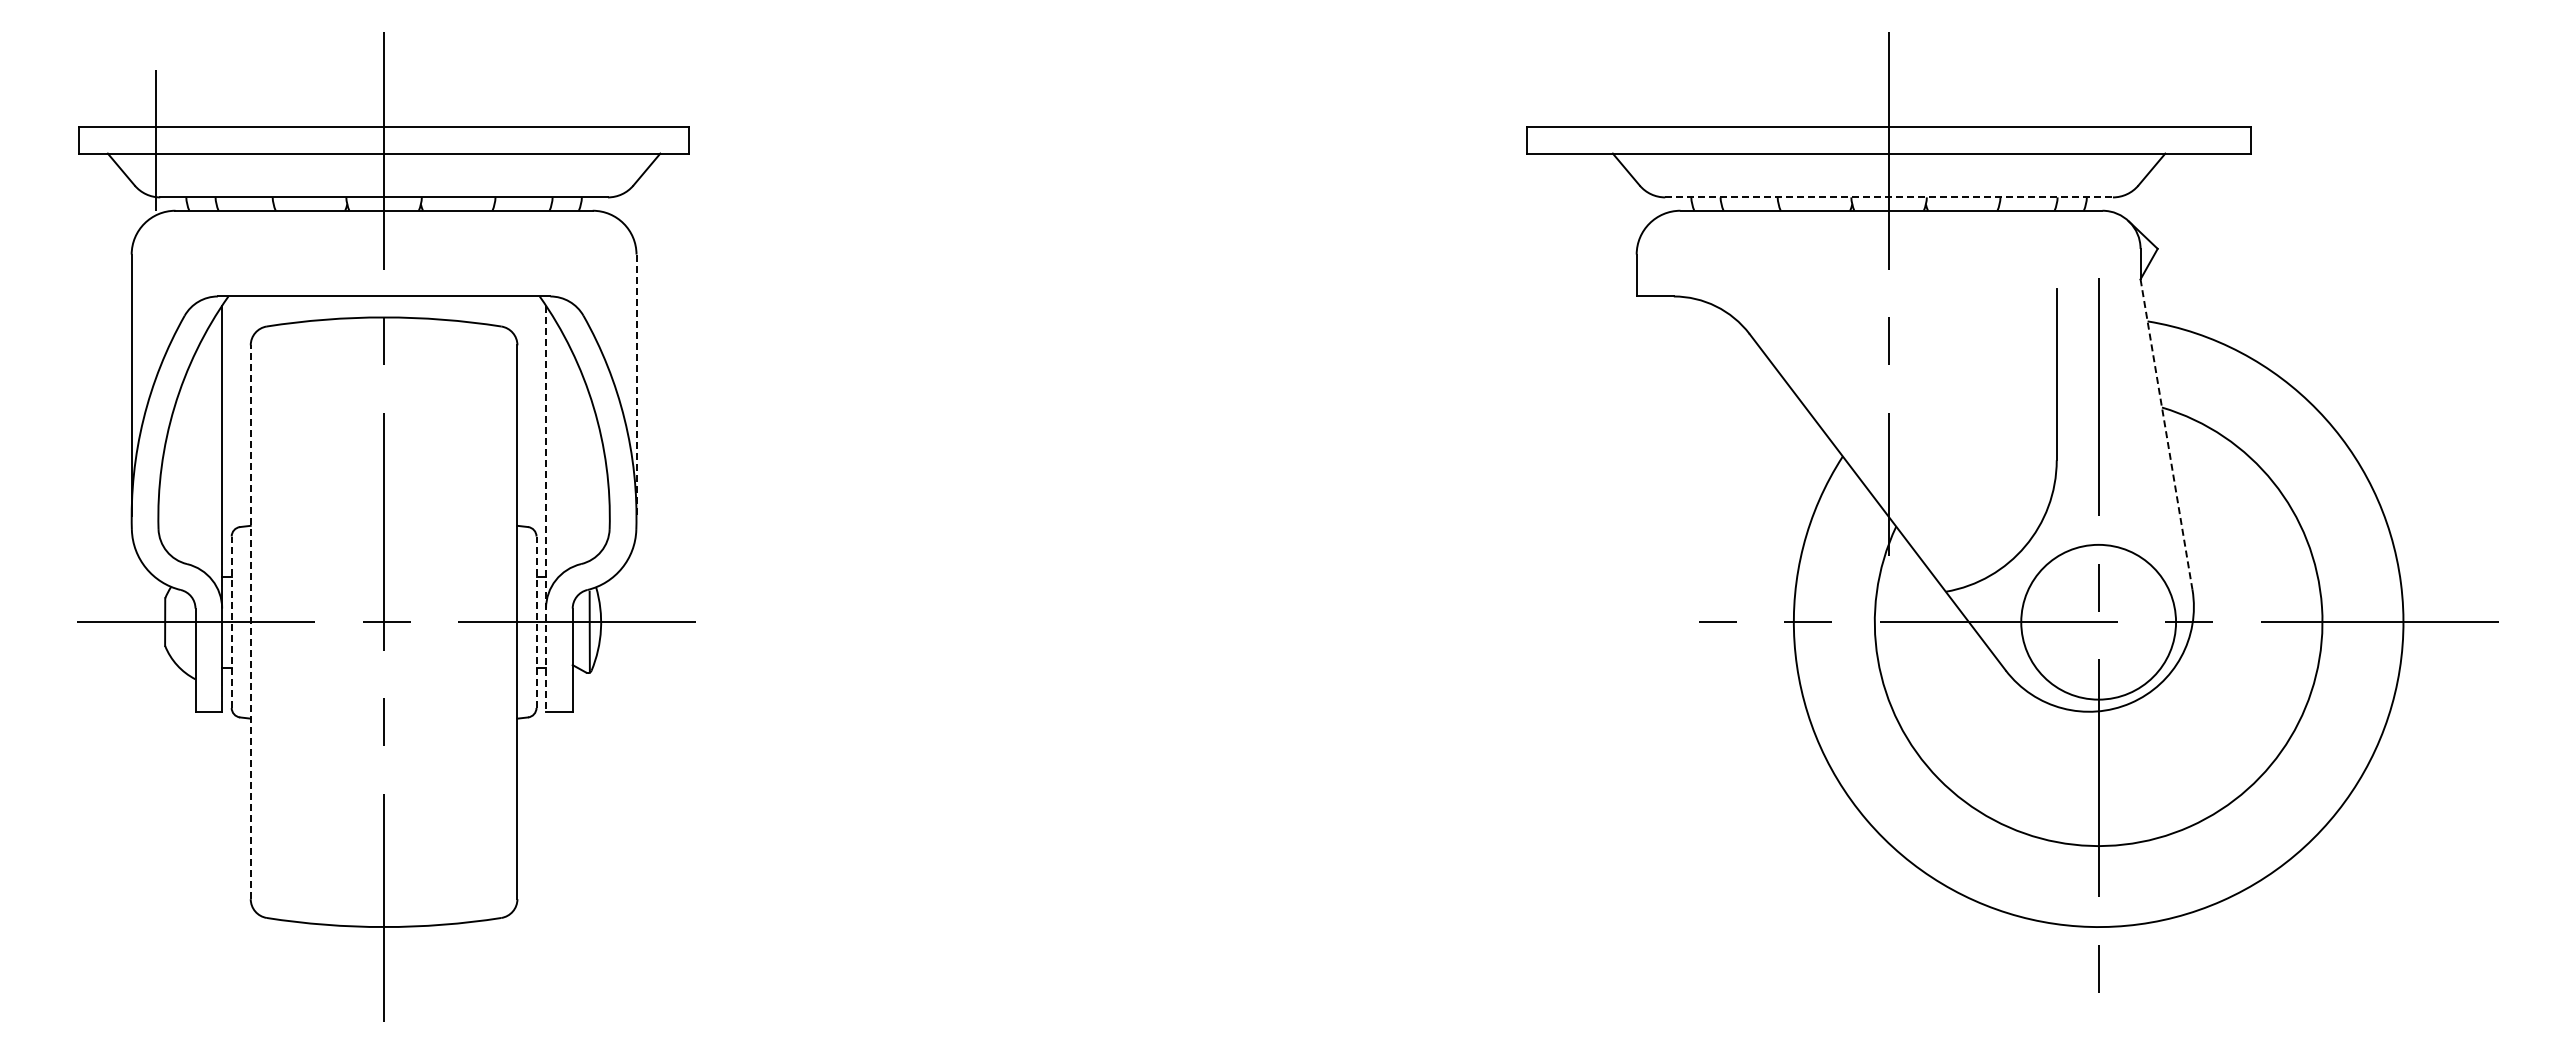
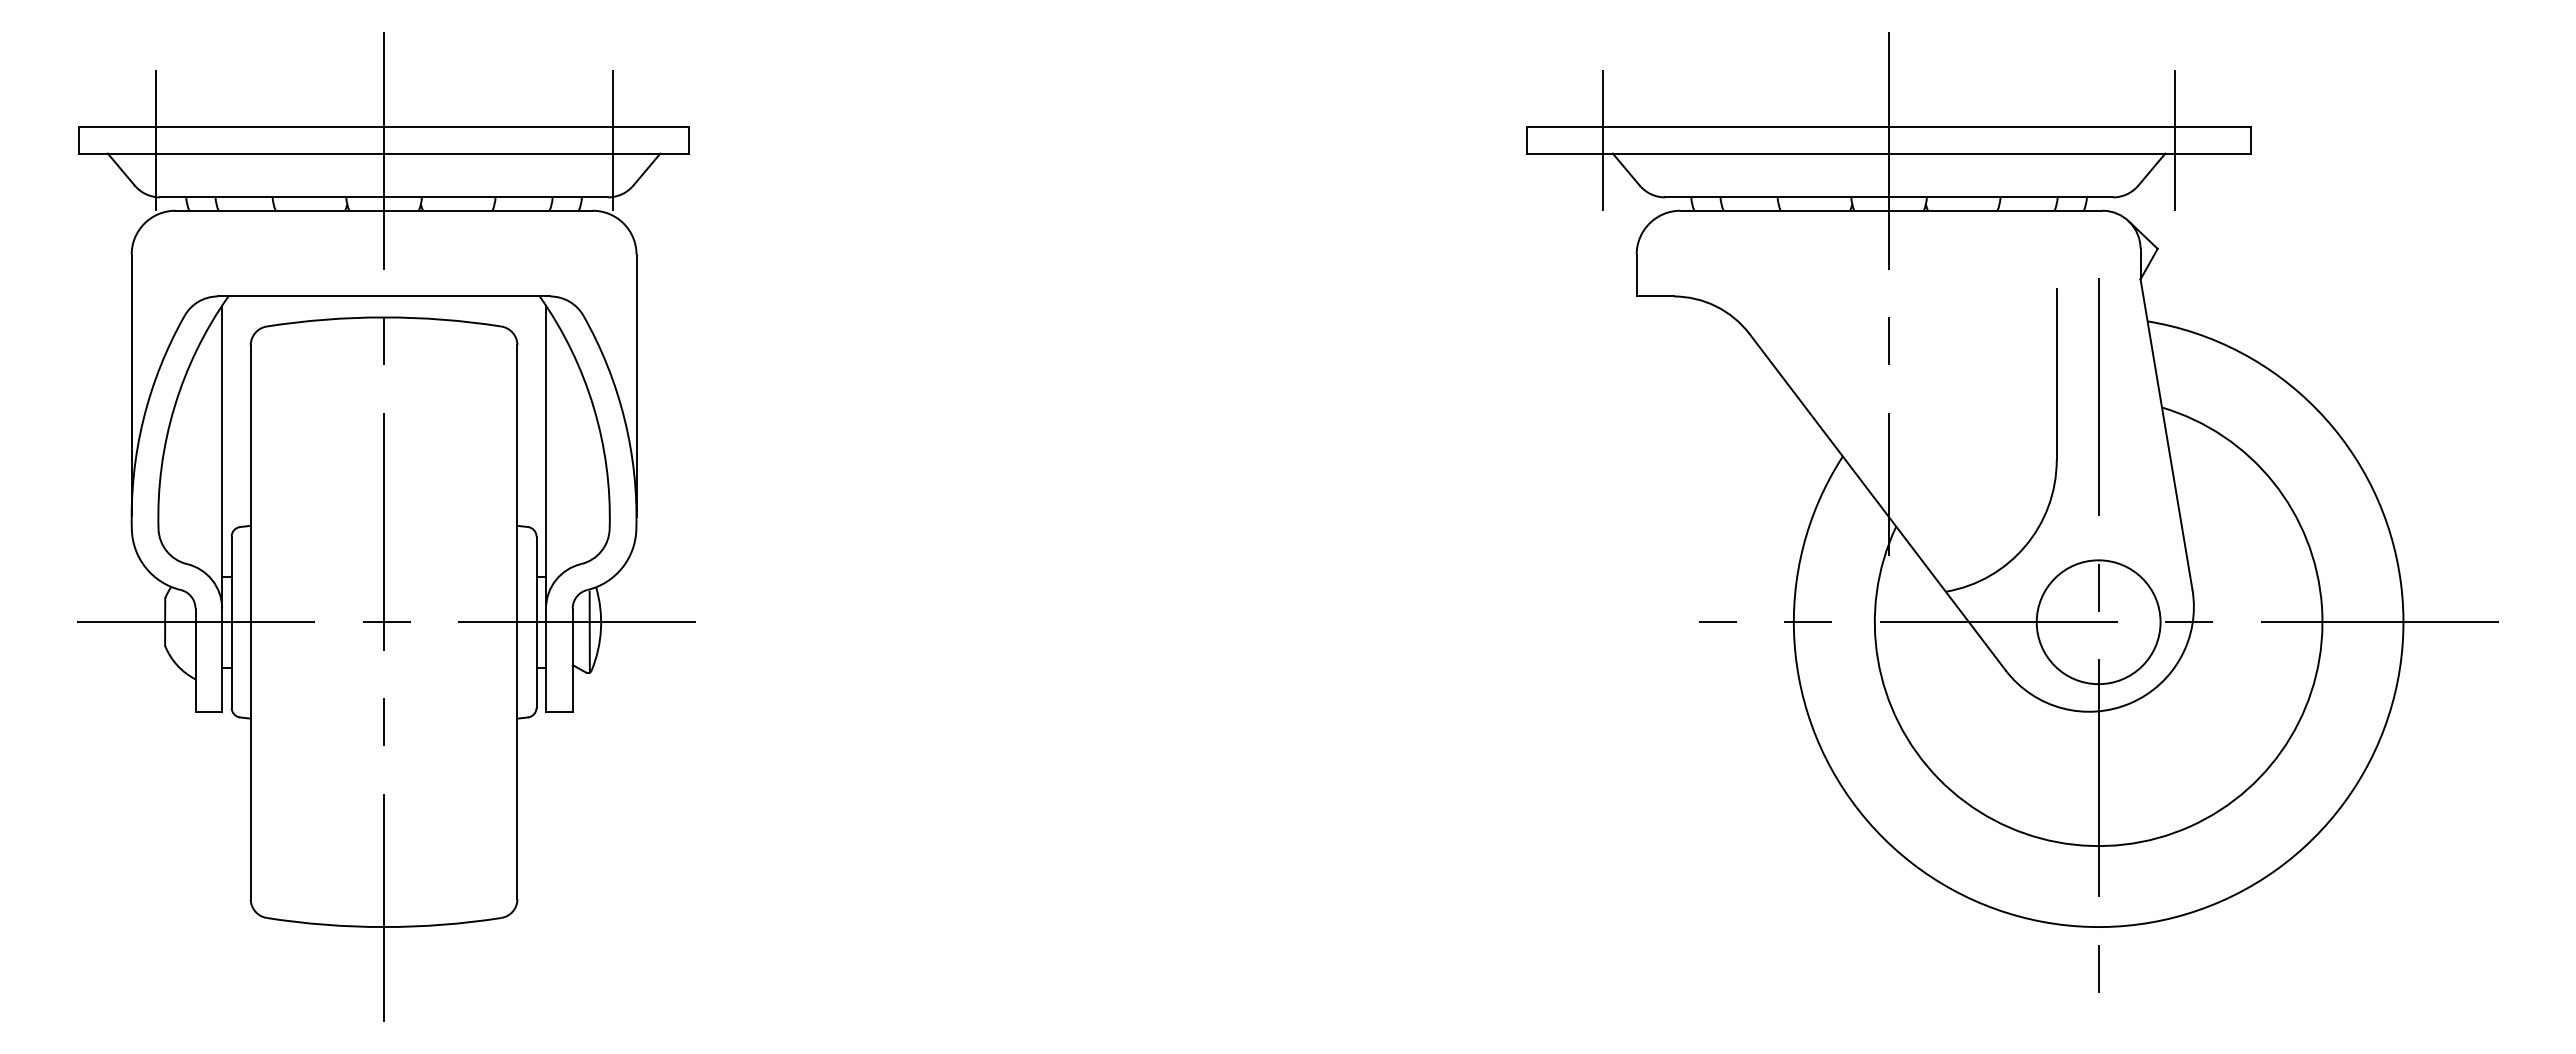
line at (612, 139): none -> present
line at (1603, 139): none -> present
line at (2174, 139): none -> present
line at (1889, 197): dashed -> solid
line at (636, 386): dashed -> solid
line at (2166, 435): dashed -> solid
line at (546, 509): dashed -> solid
circle at (2098, 621) diameter: 155 px -> 124 px
line at (231, 622): dashed -> solid
line at (250, 622): dashed -> solid
line at (536, 622): dashed -> solid
